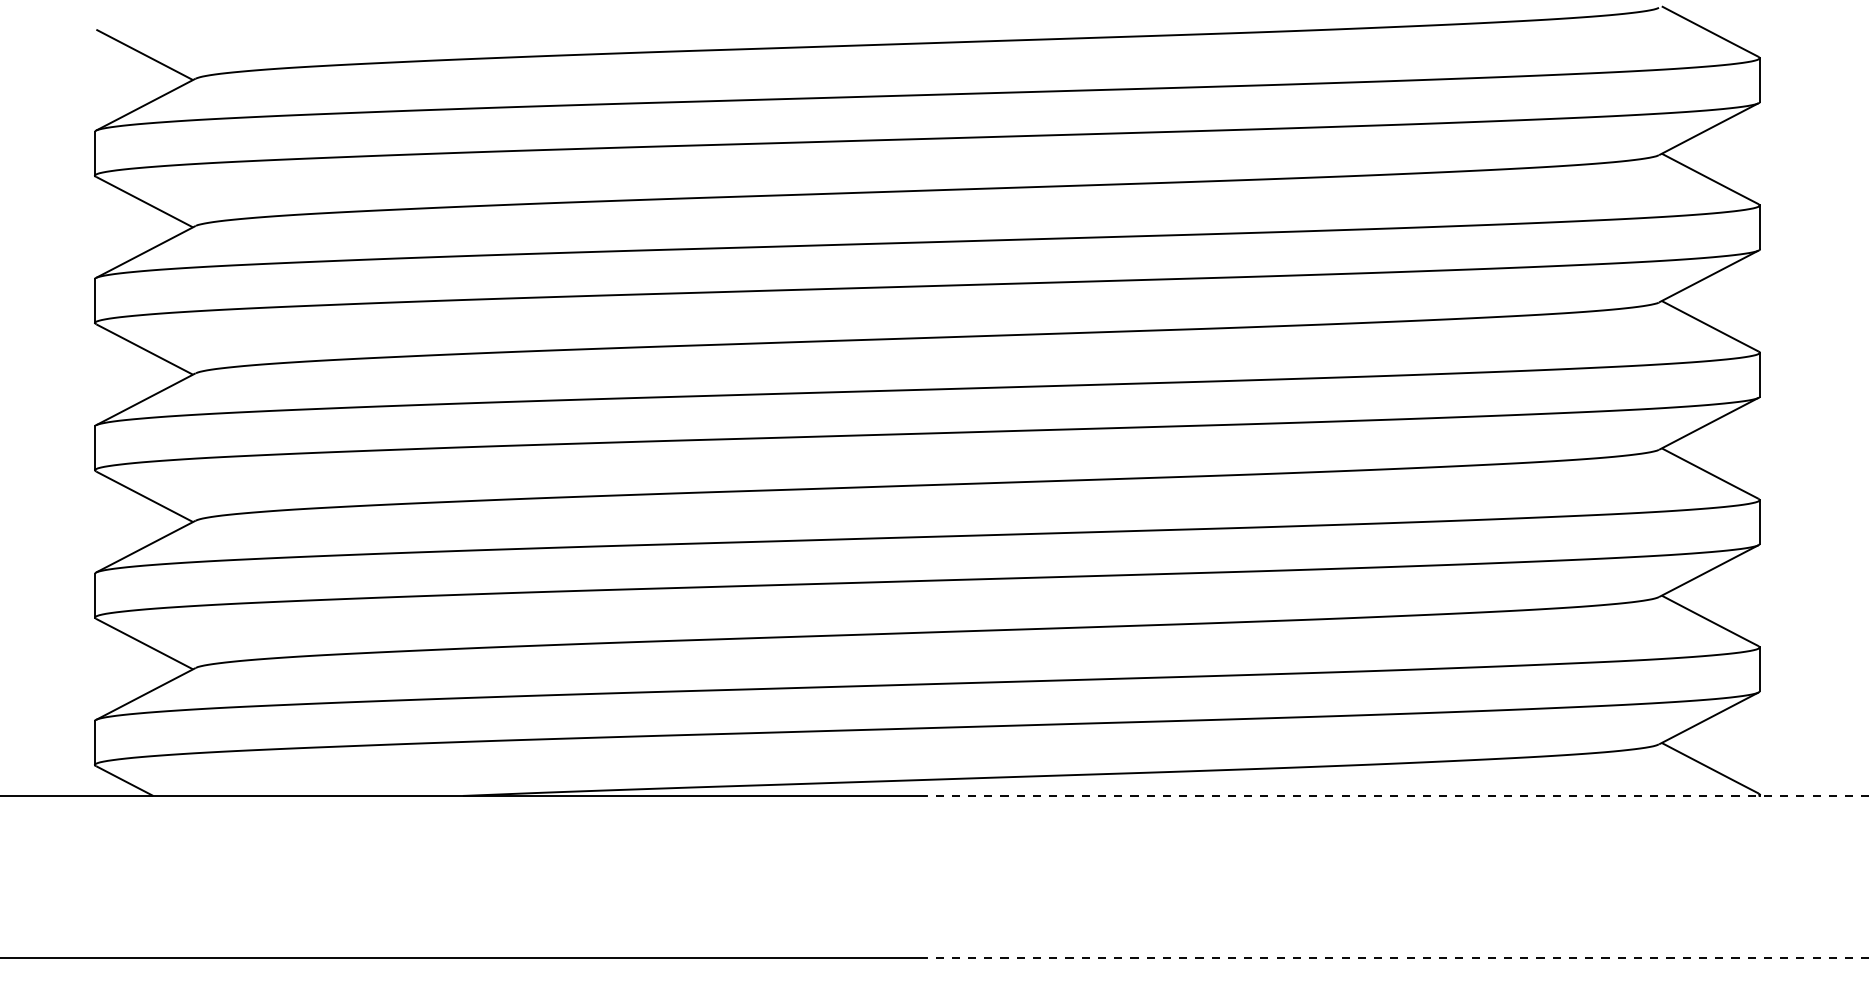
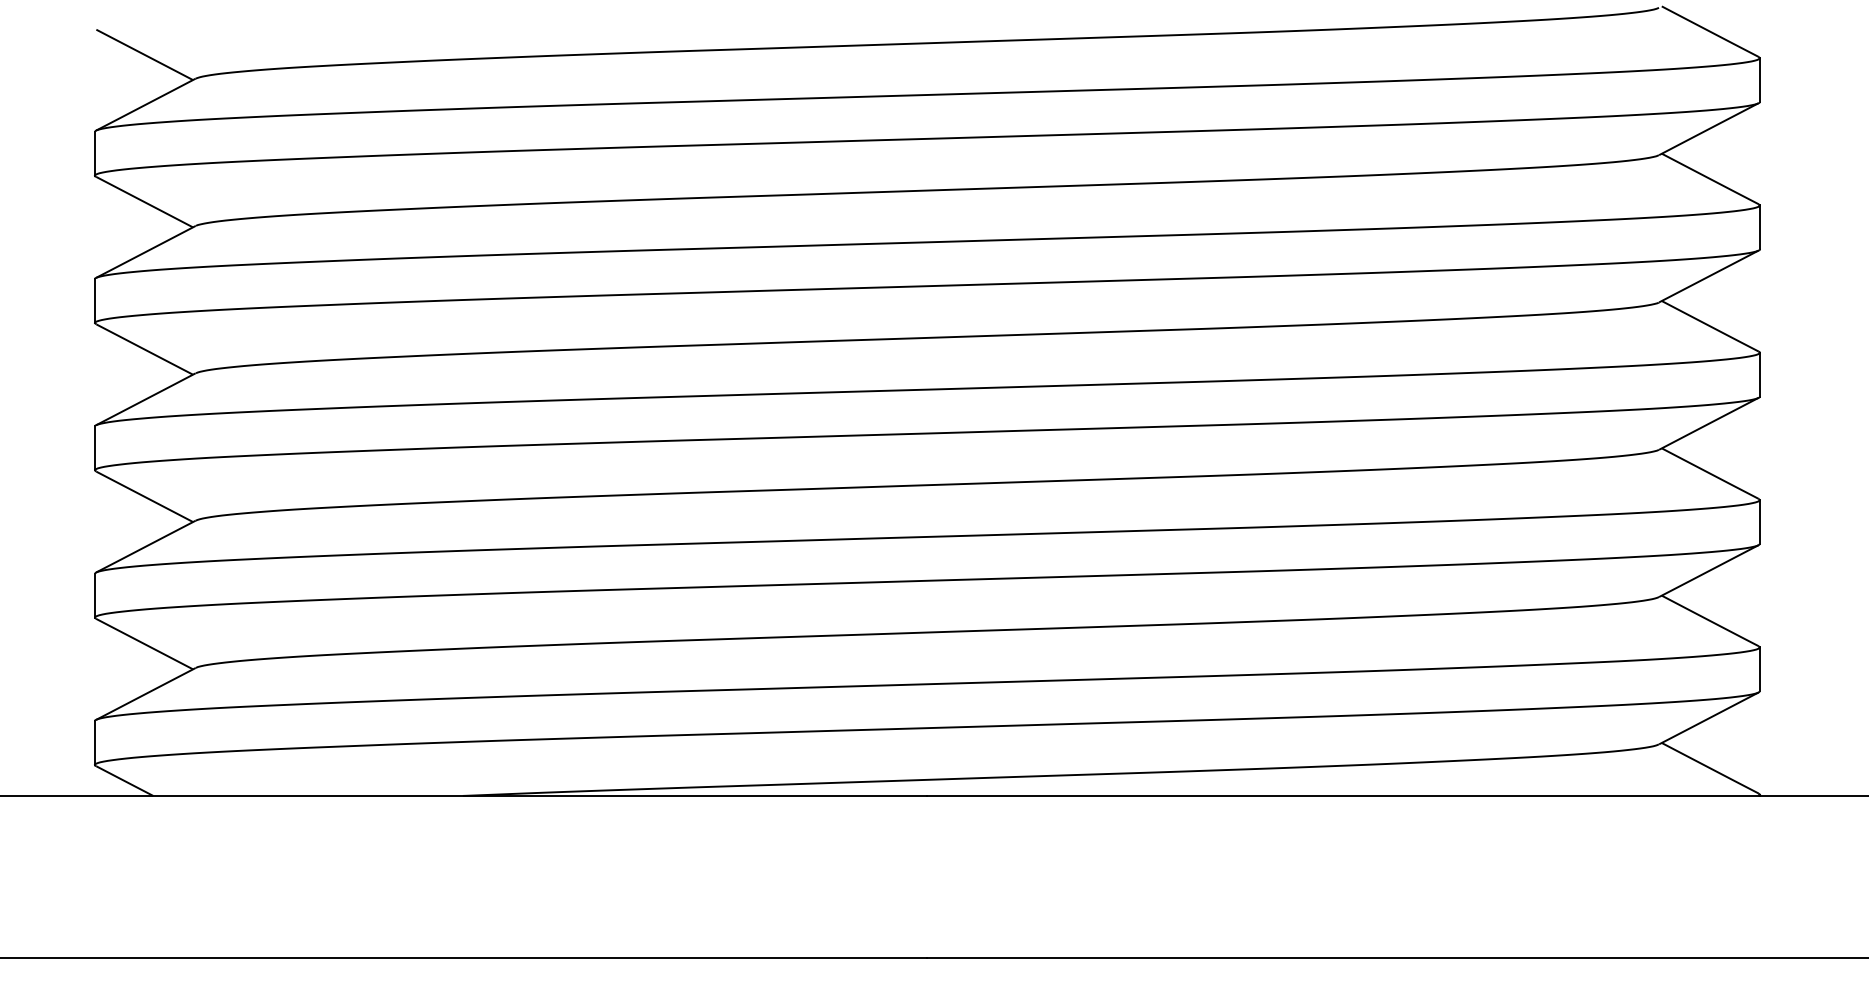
line at (1397, 795): dashed -> solid
line at (1397, 958): dashed -> solid
